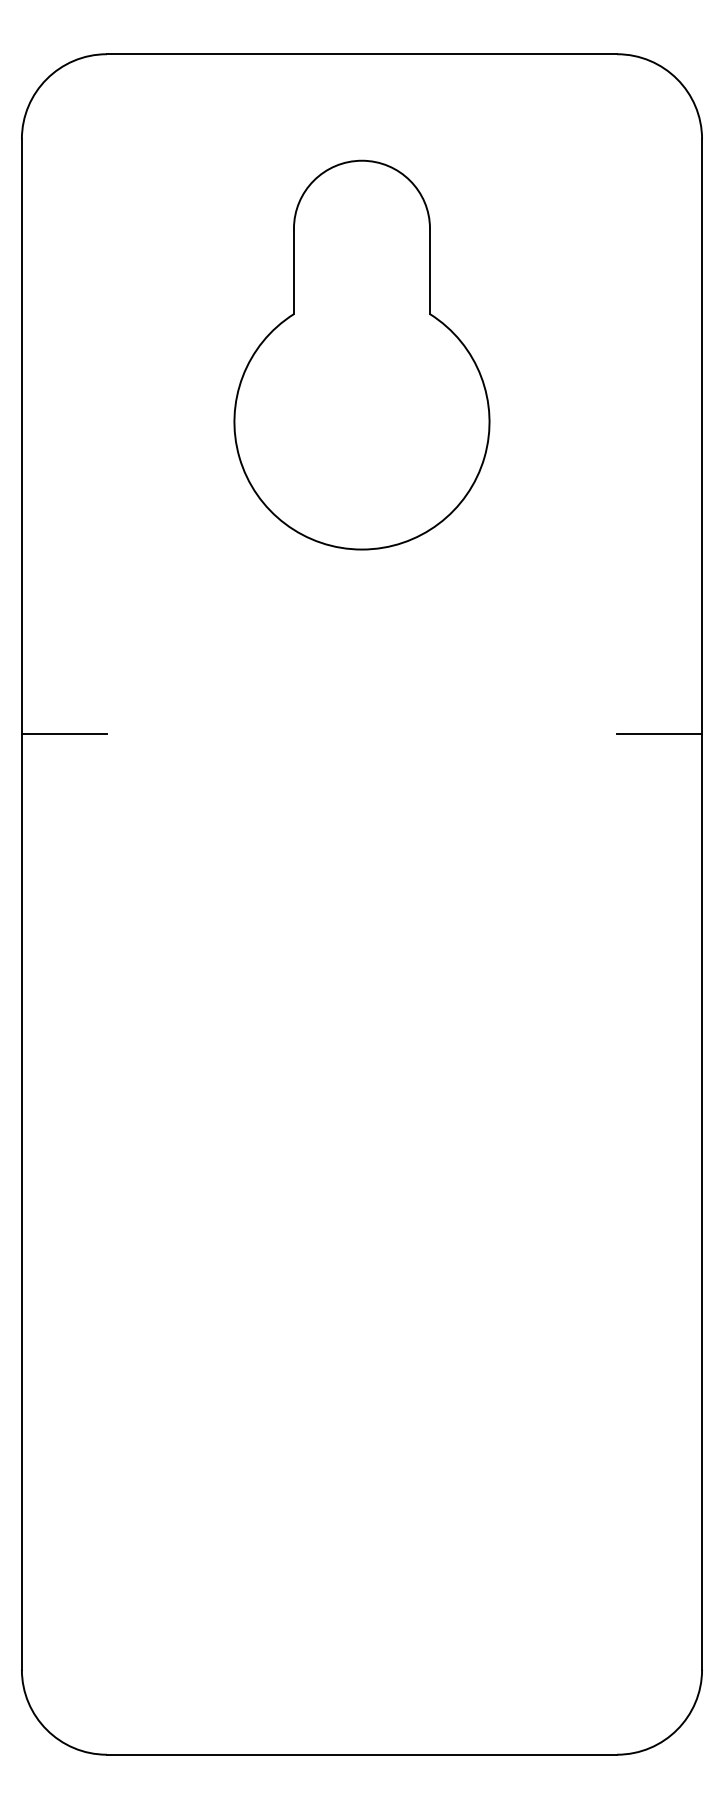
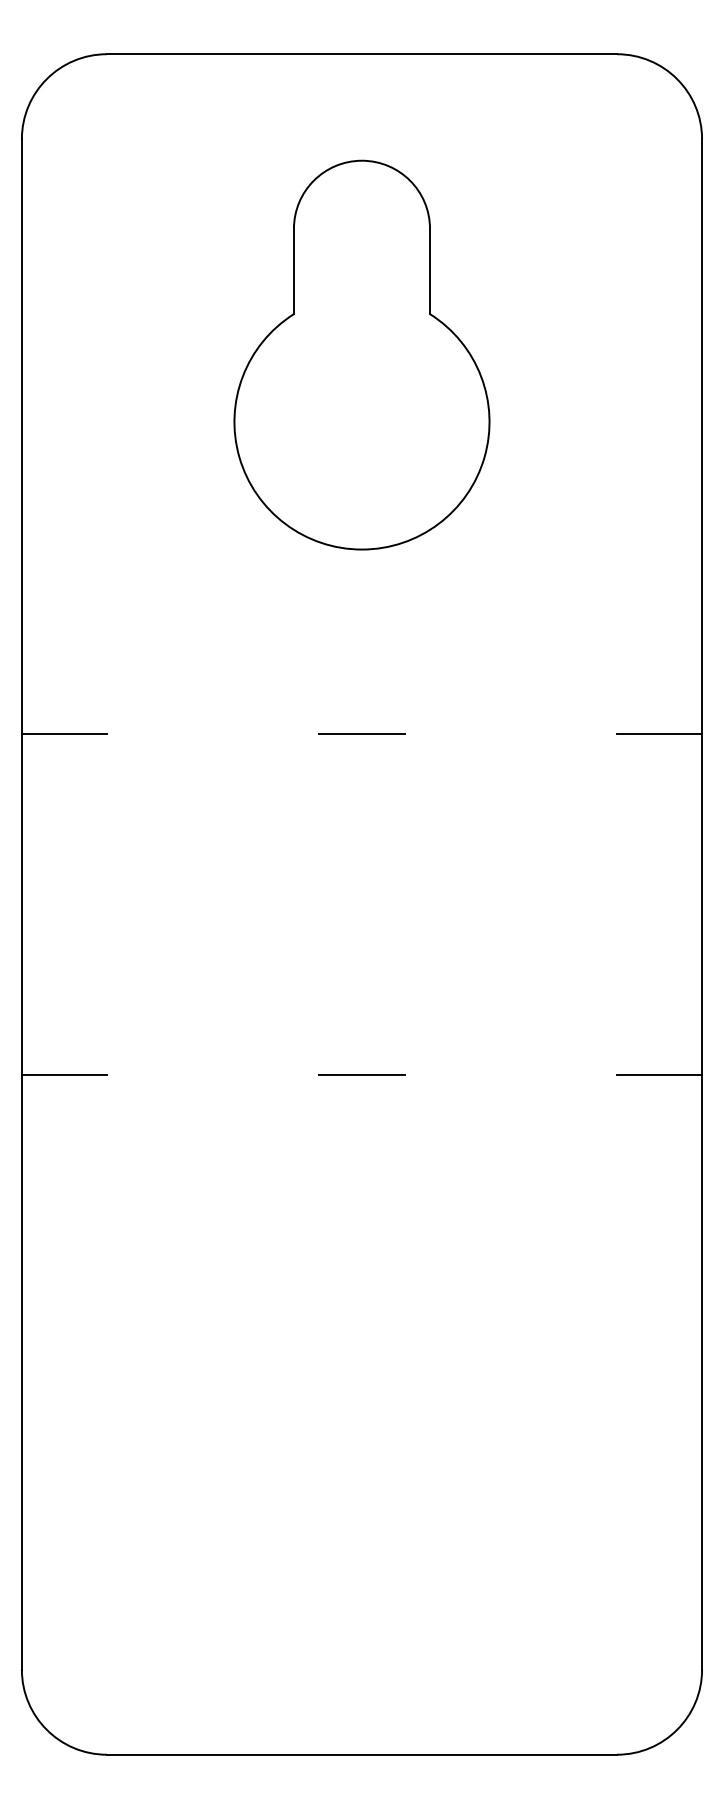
line at (361, 734): none -> present
line at (63, 1074): none -> present
line at (361, 1074): none -> present
line at (659, 1074): none -> present
